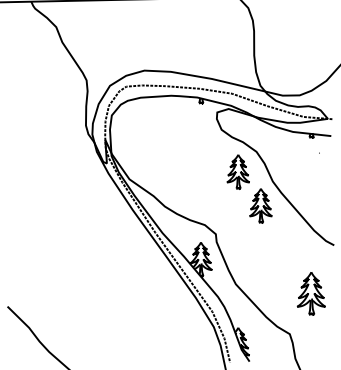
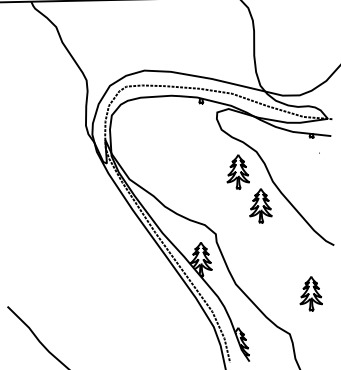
part at (310, 293) size: 30x44 px -> 24x36 px
